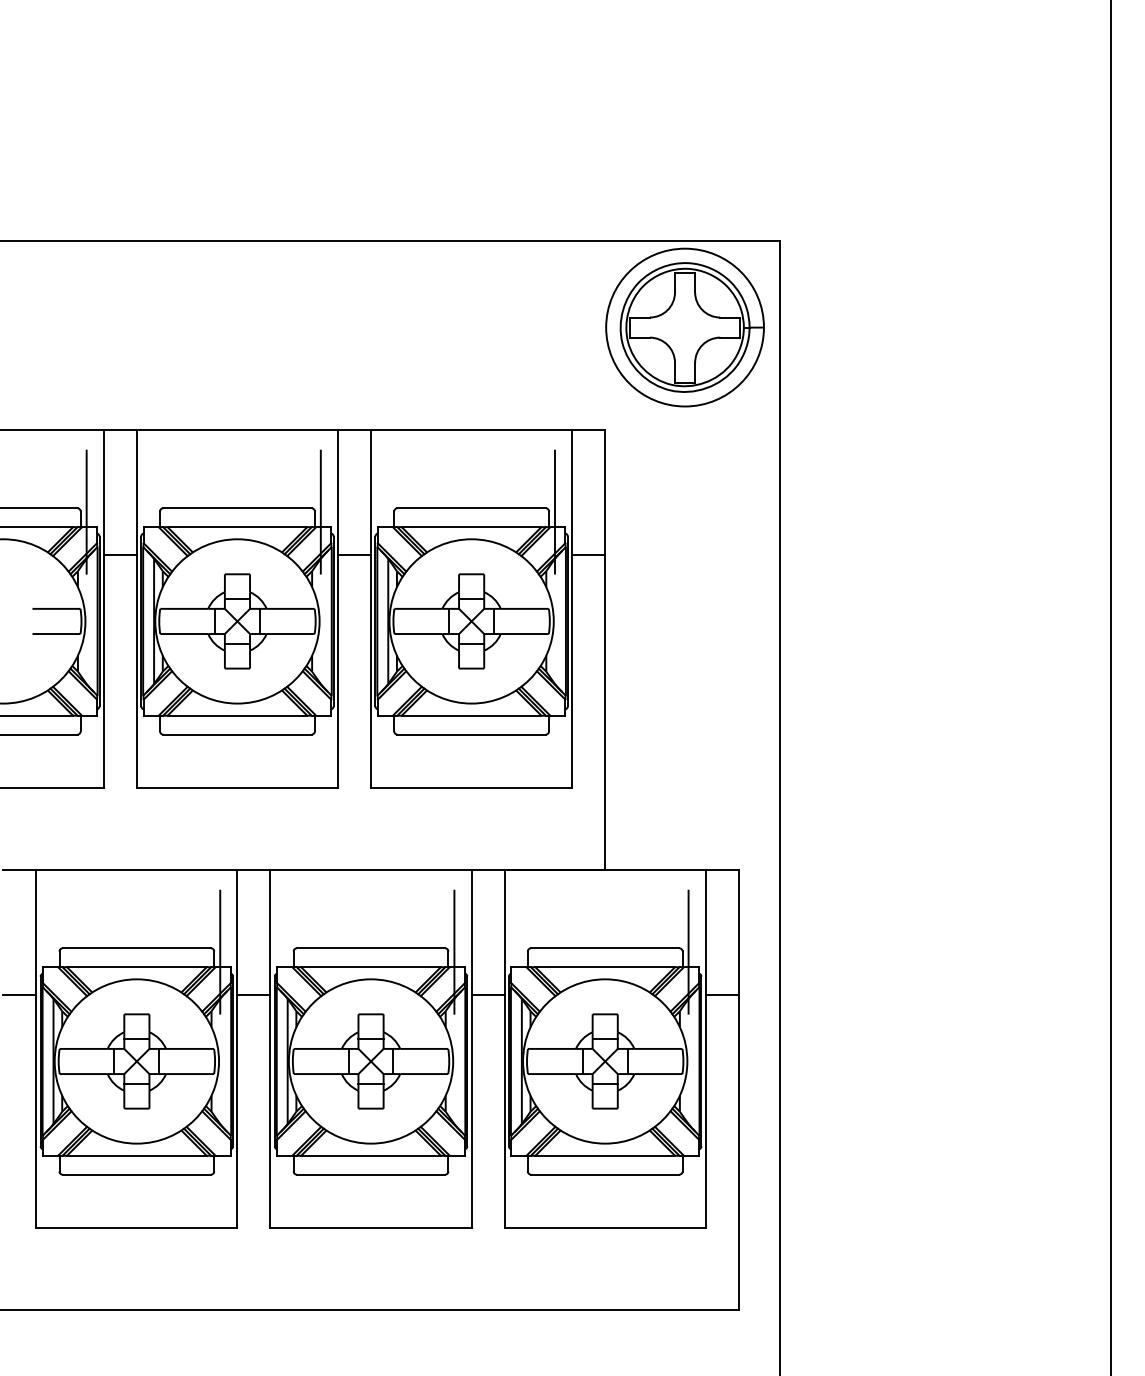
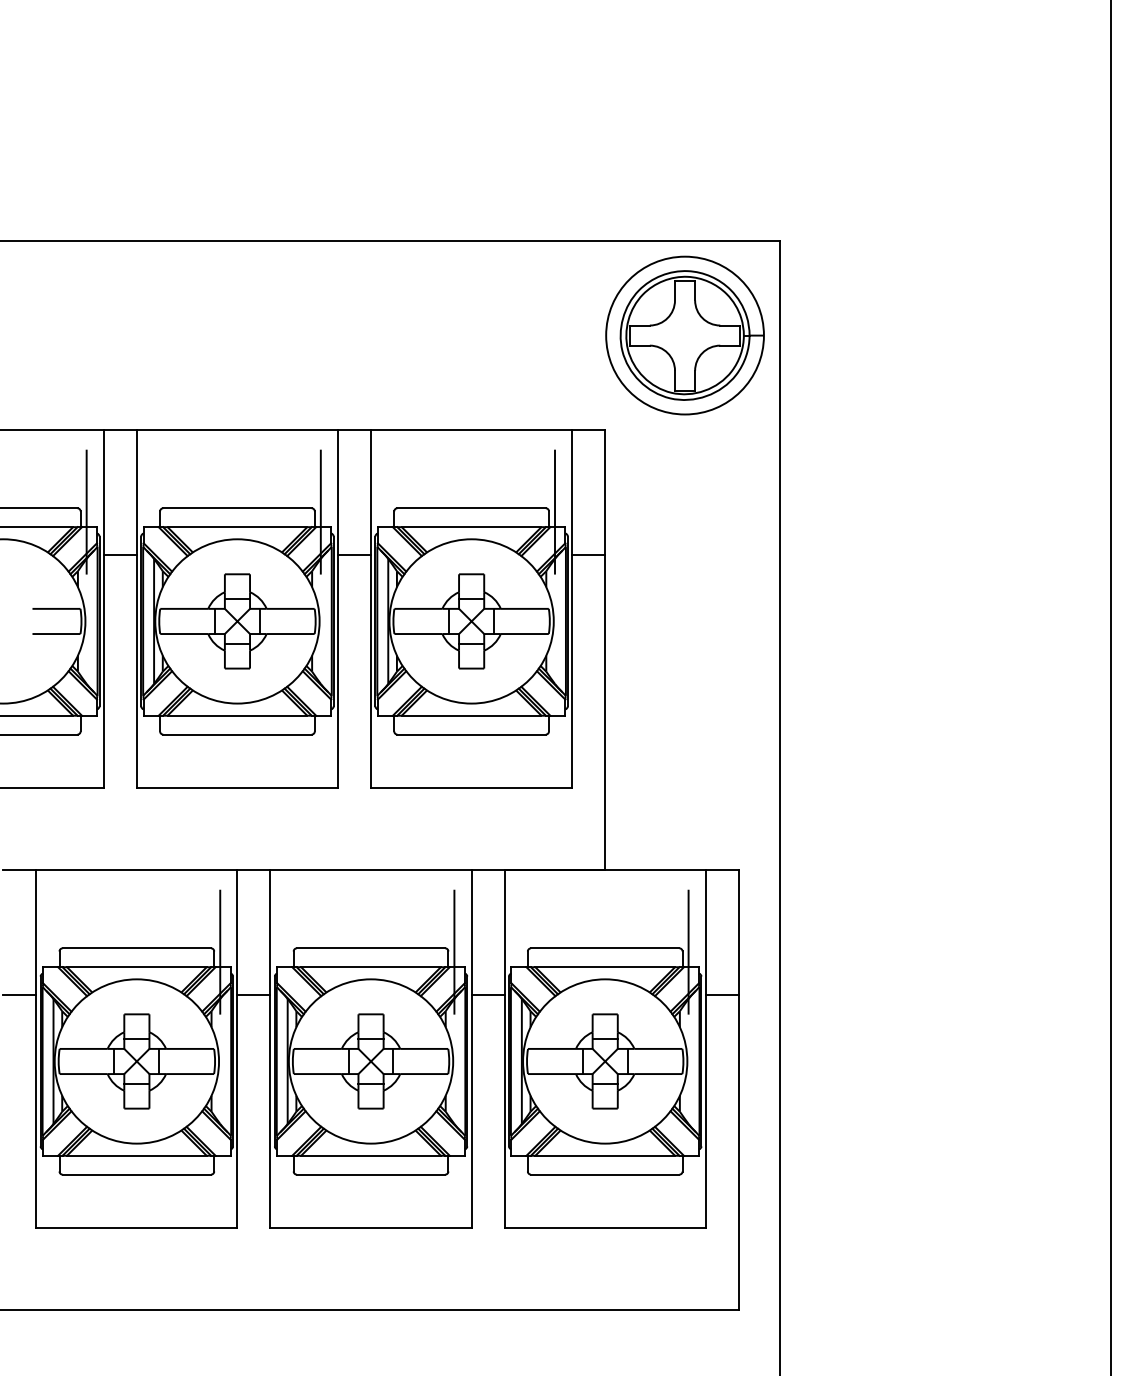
part at (684, 327) position: (684, 327) -> (684, 335)
